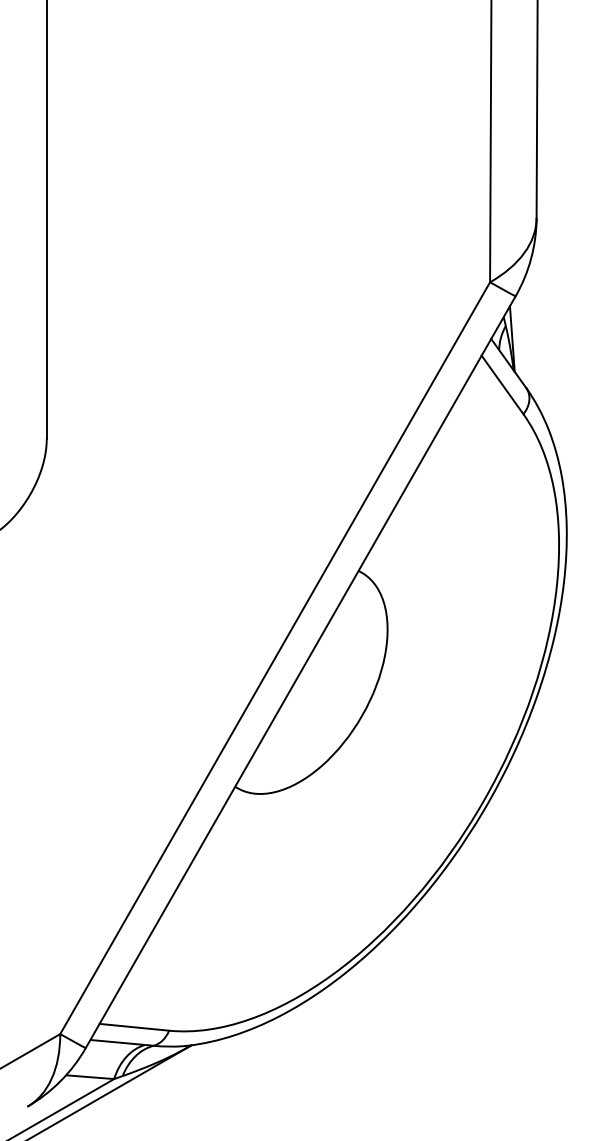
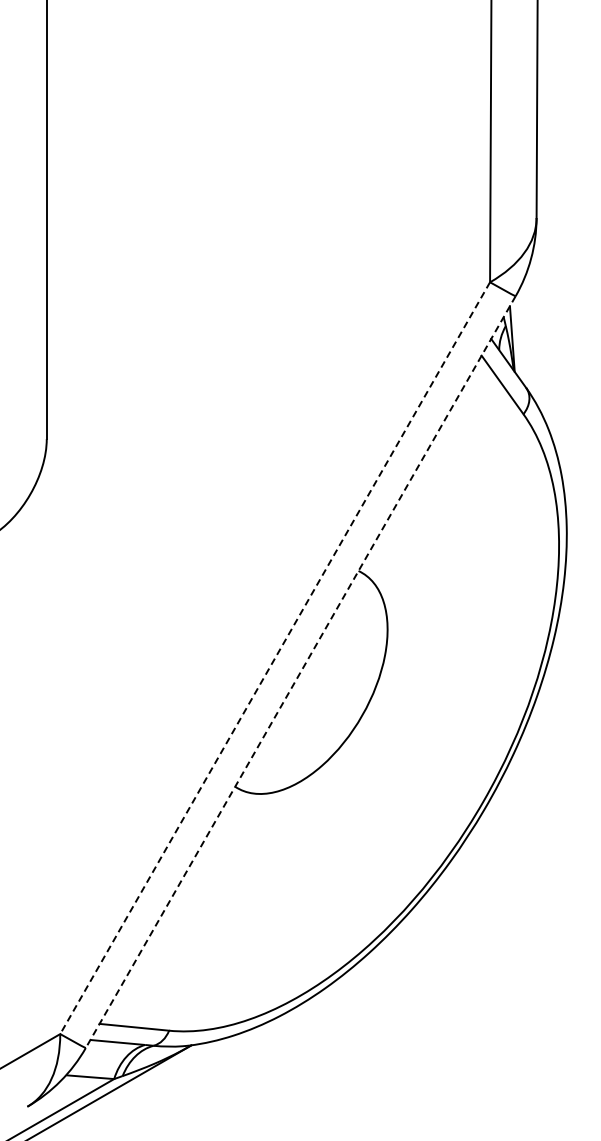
line at (274, 658): solid -> dashed
line at (300, 672): solid -> dashed
